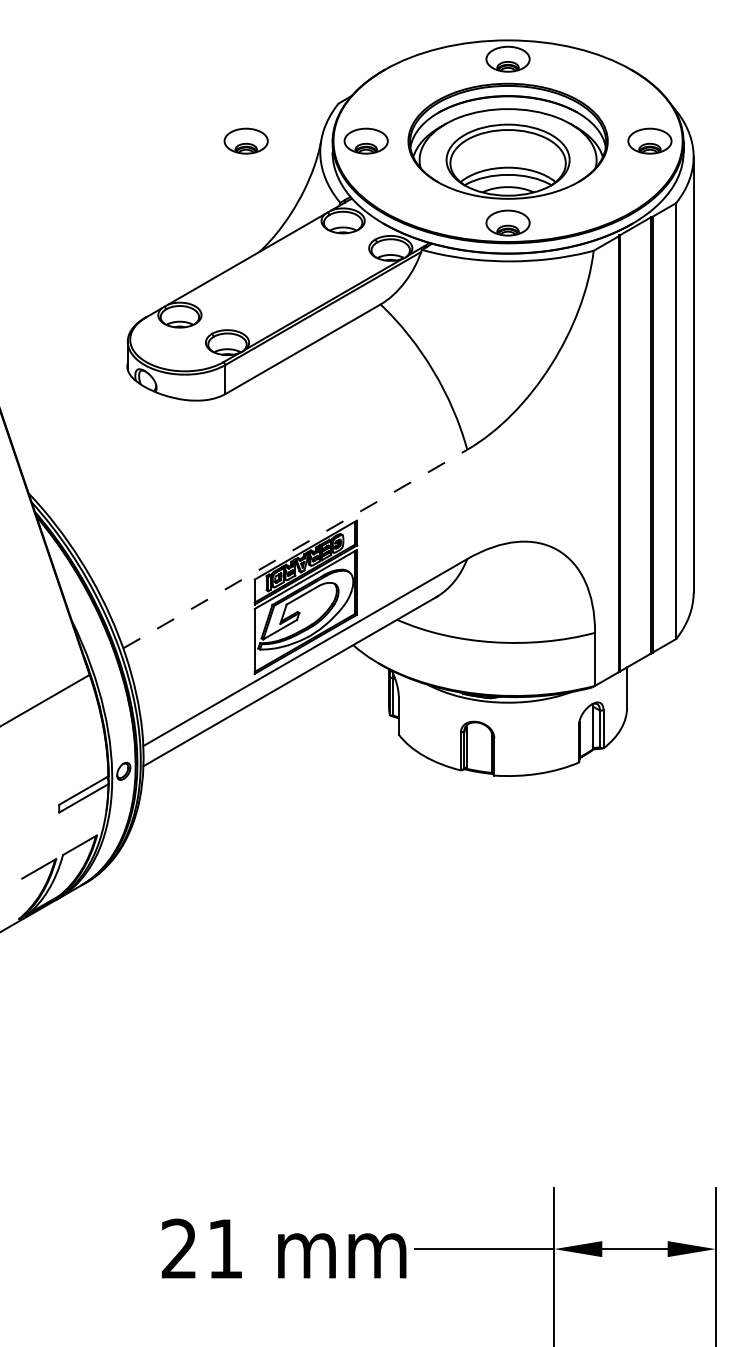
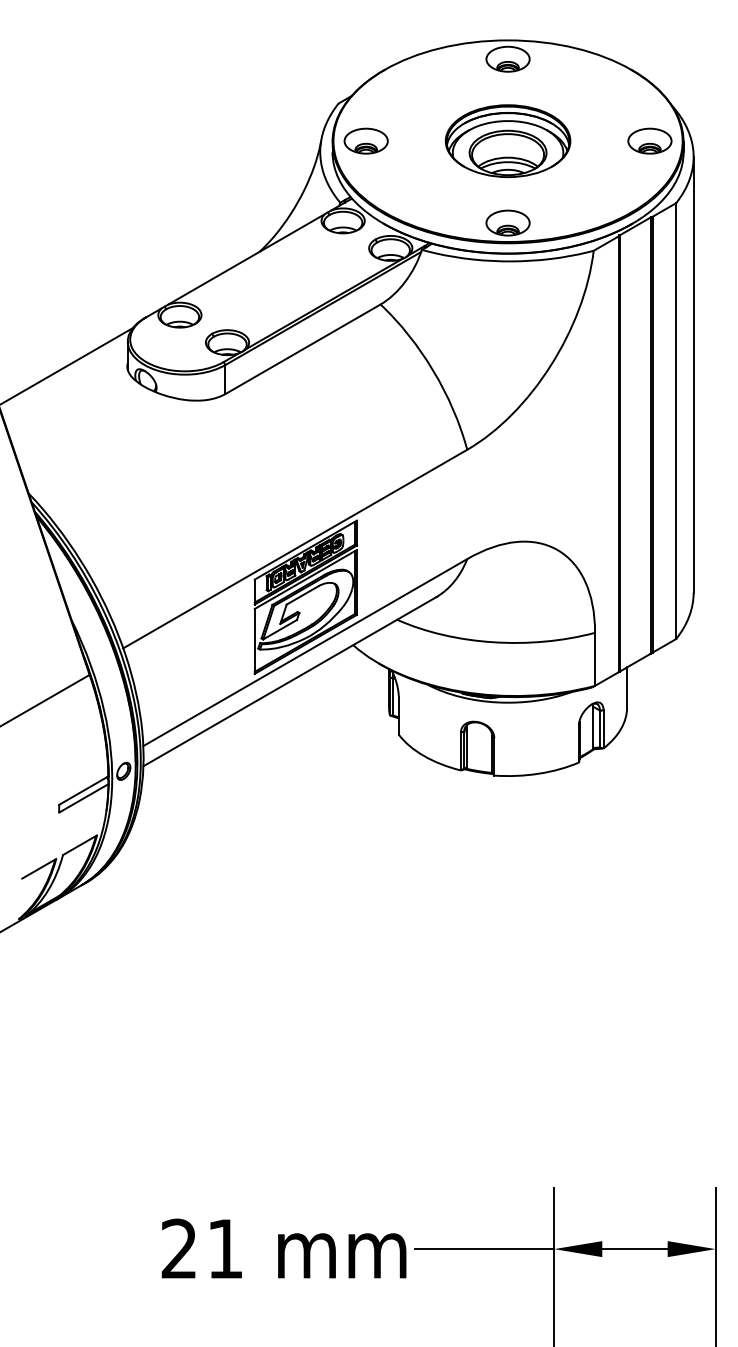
part at (245, 140): present -> none
part at (507, 140) size: 202x118 px -> 128x74 px
line at (67, 365): none -> present
line at (295, 549): dashed -> solid
